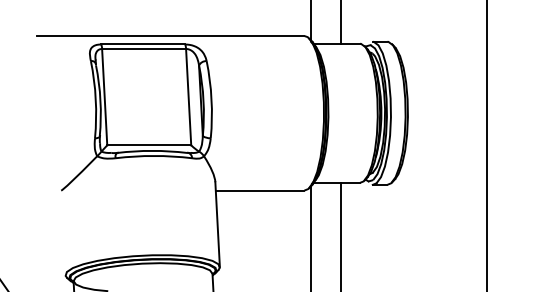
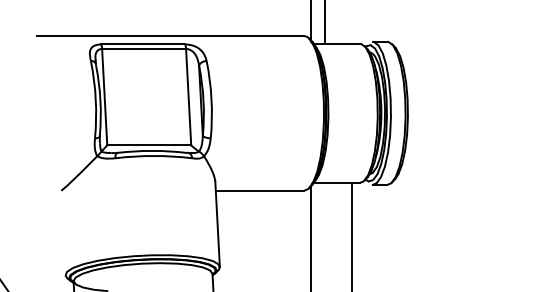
line at (340, 22) position: (340, 22) -> (324, 22)
line at (487, 145): present -> none
line at (340, 235) position: (340, 235) -> (351, 235)
